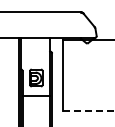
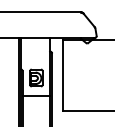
line at (89, 110): dashed -> solid
